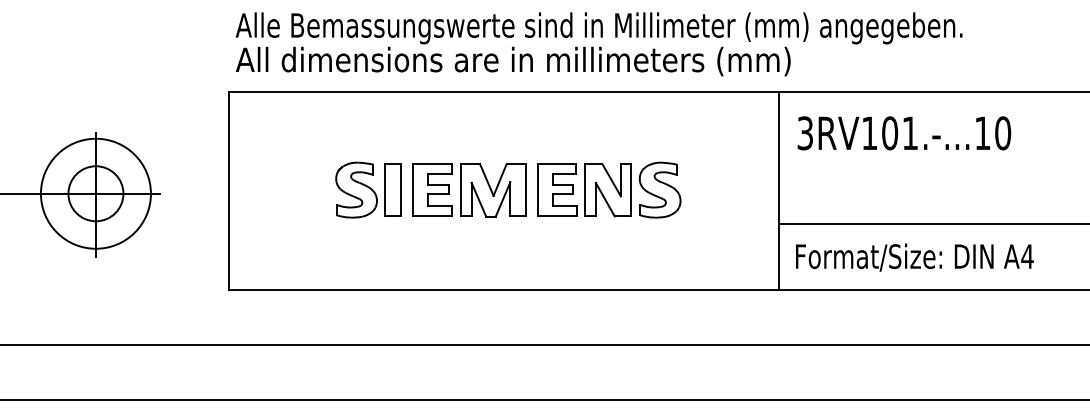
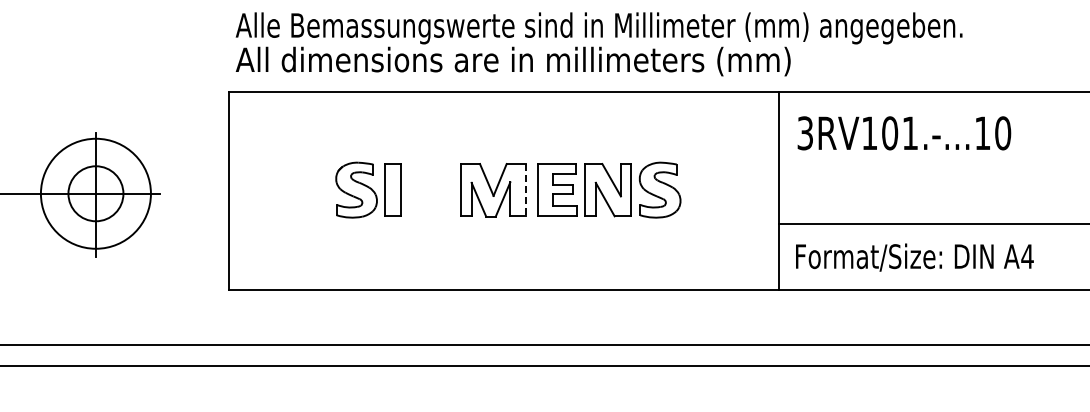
part at (432, 189): present -> none
line at (525, 190): solid -> dashed
line at (544, 399) position: (544, 399) -> (544, 365)
